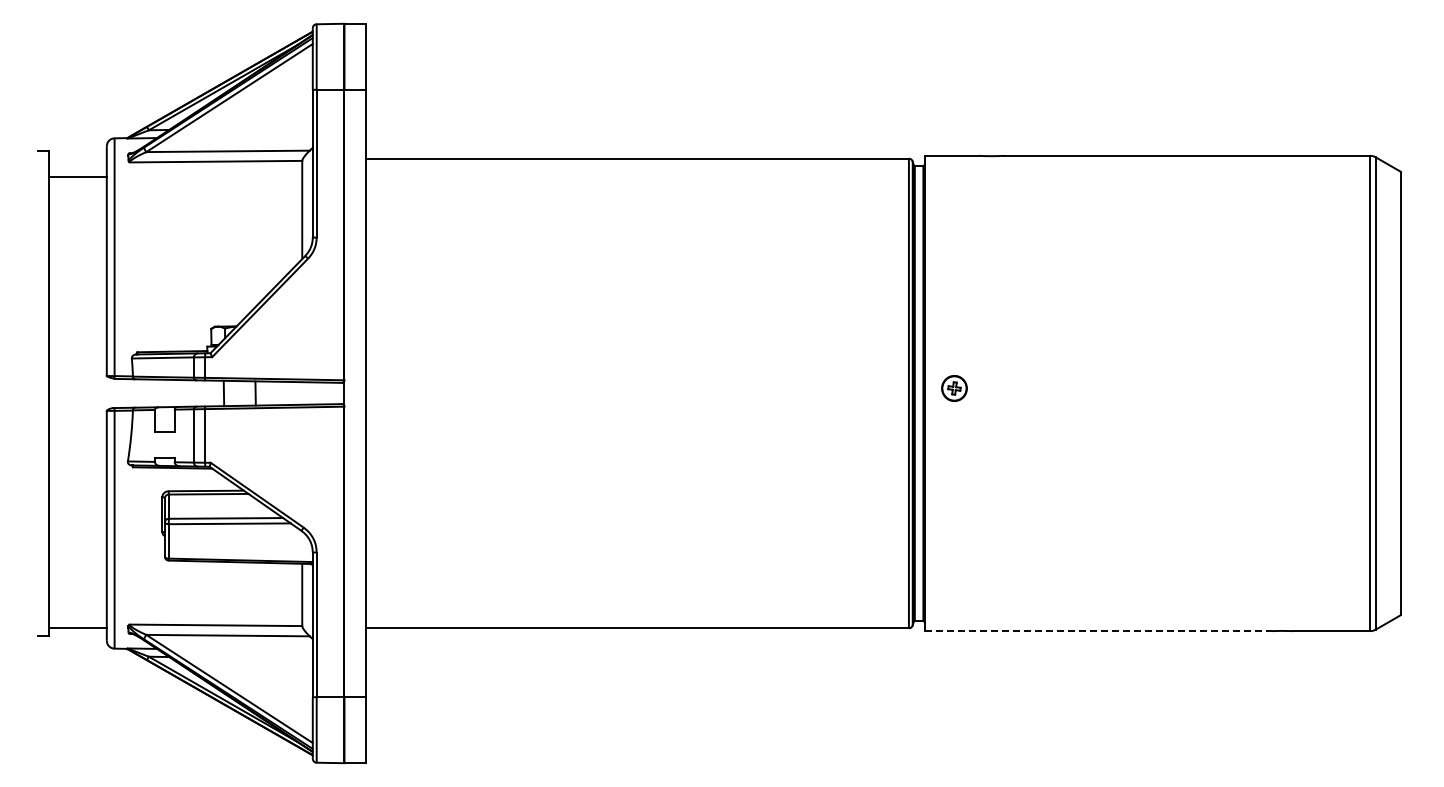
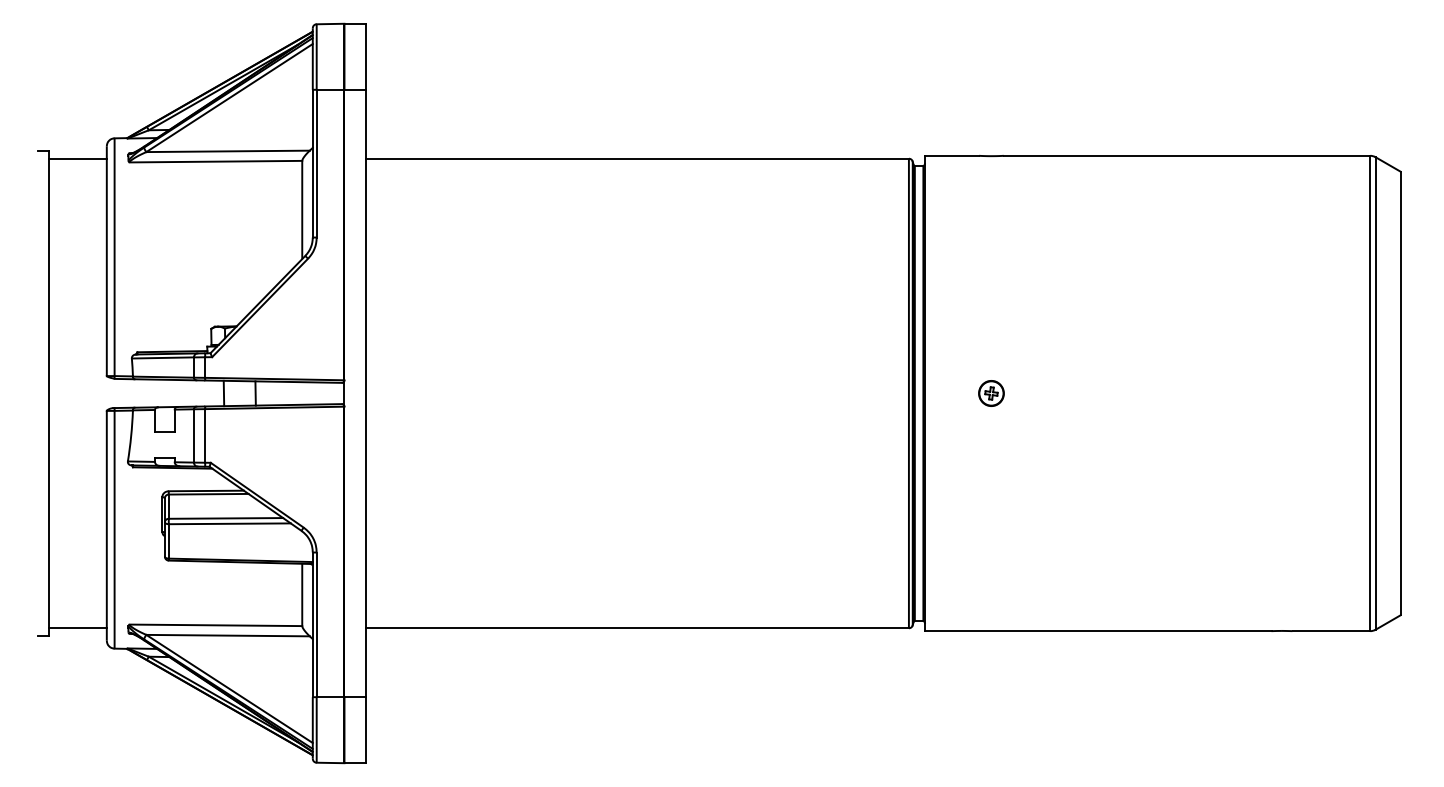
line at (77, 176) position: (77, 176) -> (77, 158)
part at (954, 388) position: (954, 388) -> (991, 393)
line at (1098, 631): dashed -> solid
